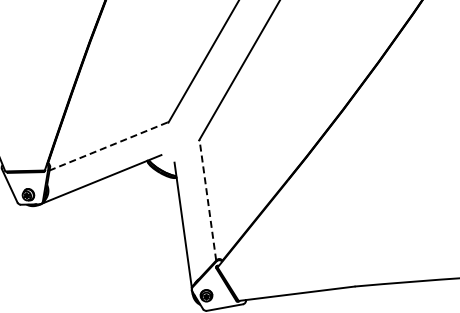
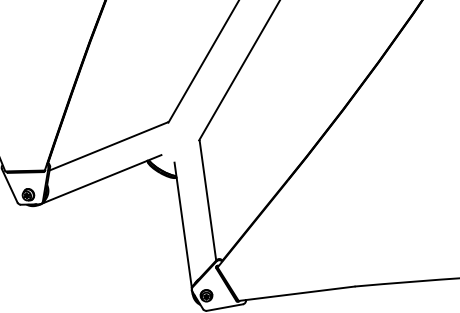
line at (108, 146): dashed -> solid
line at (207, 200): dashed -> solid
